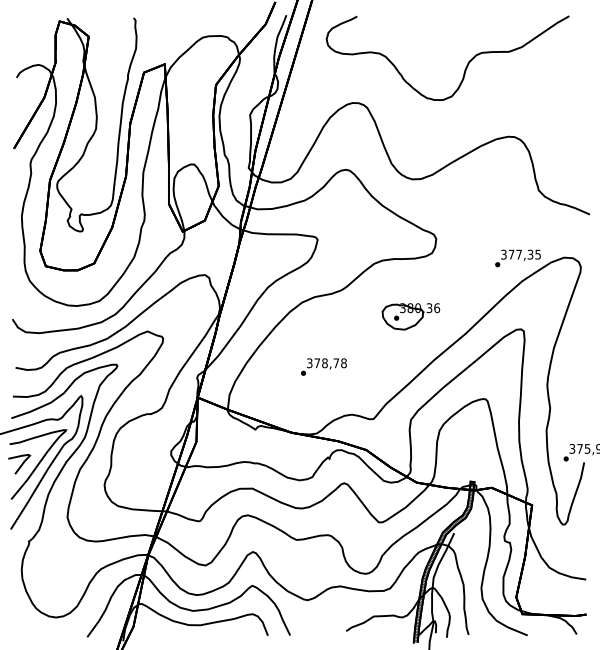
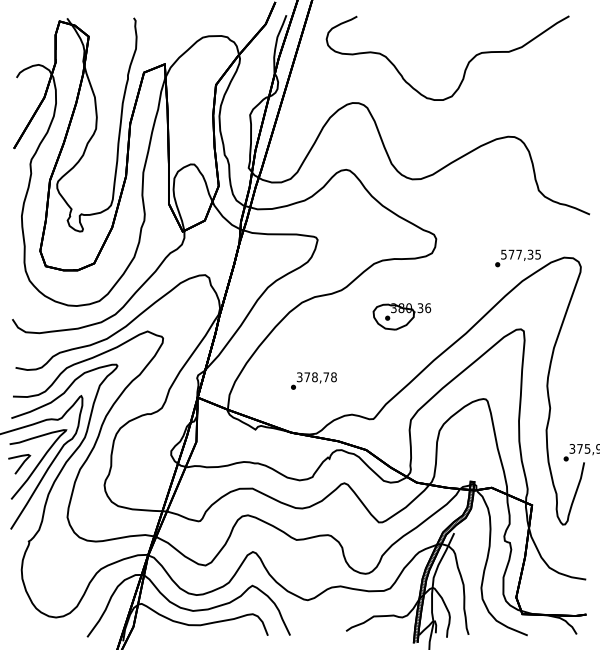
text at (503, 253): 377,35 -> 577,35
part at (410, 316) position: (410, 316) -> (401, 316)
text at (323, 366) position: (323, 366) -> (313, 380)
